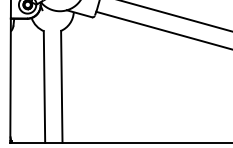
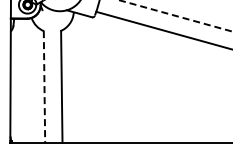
line at (176, 15): solid -> dashed
line at (44, 87): solid -> dashed
